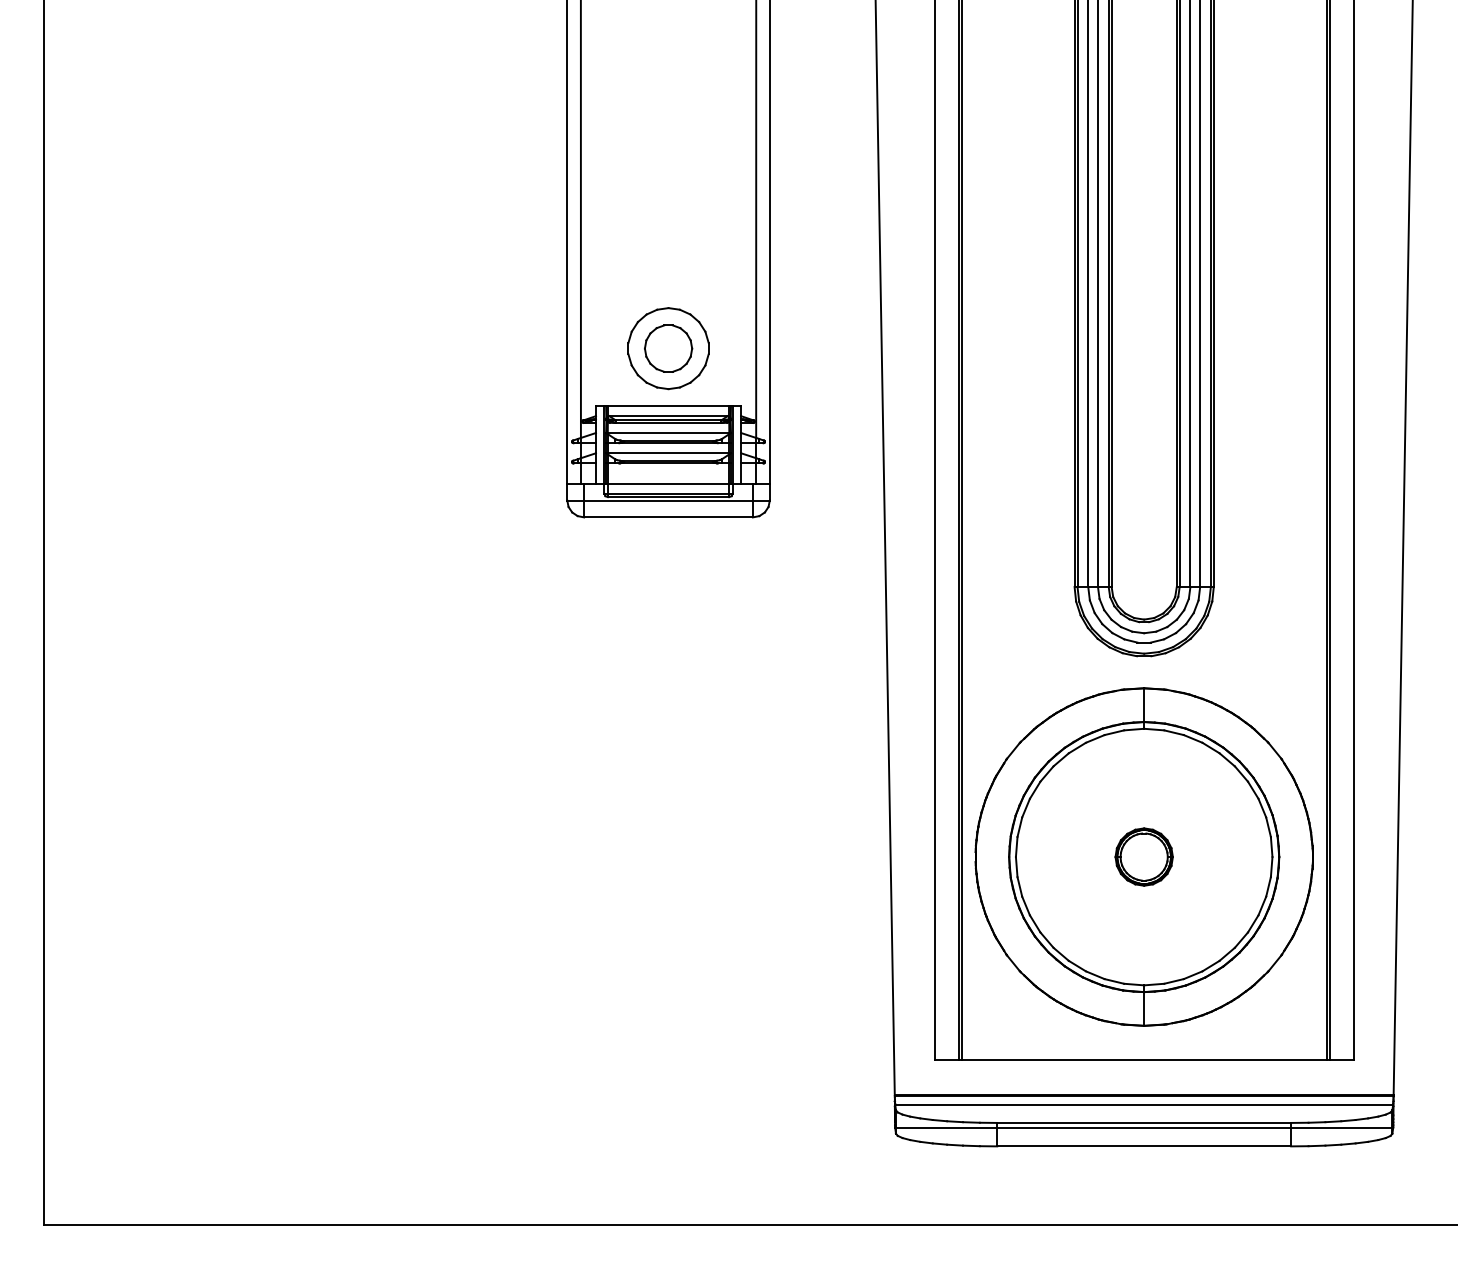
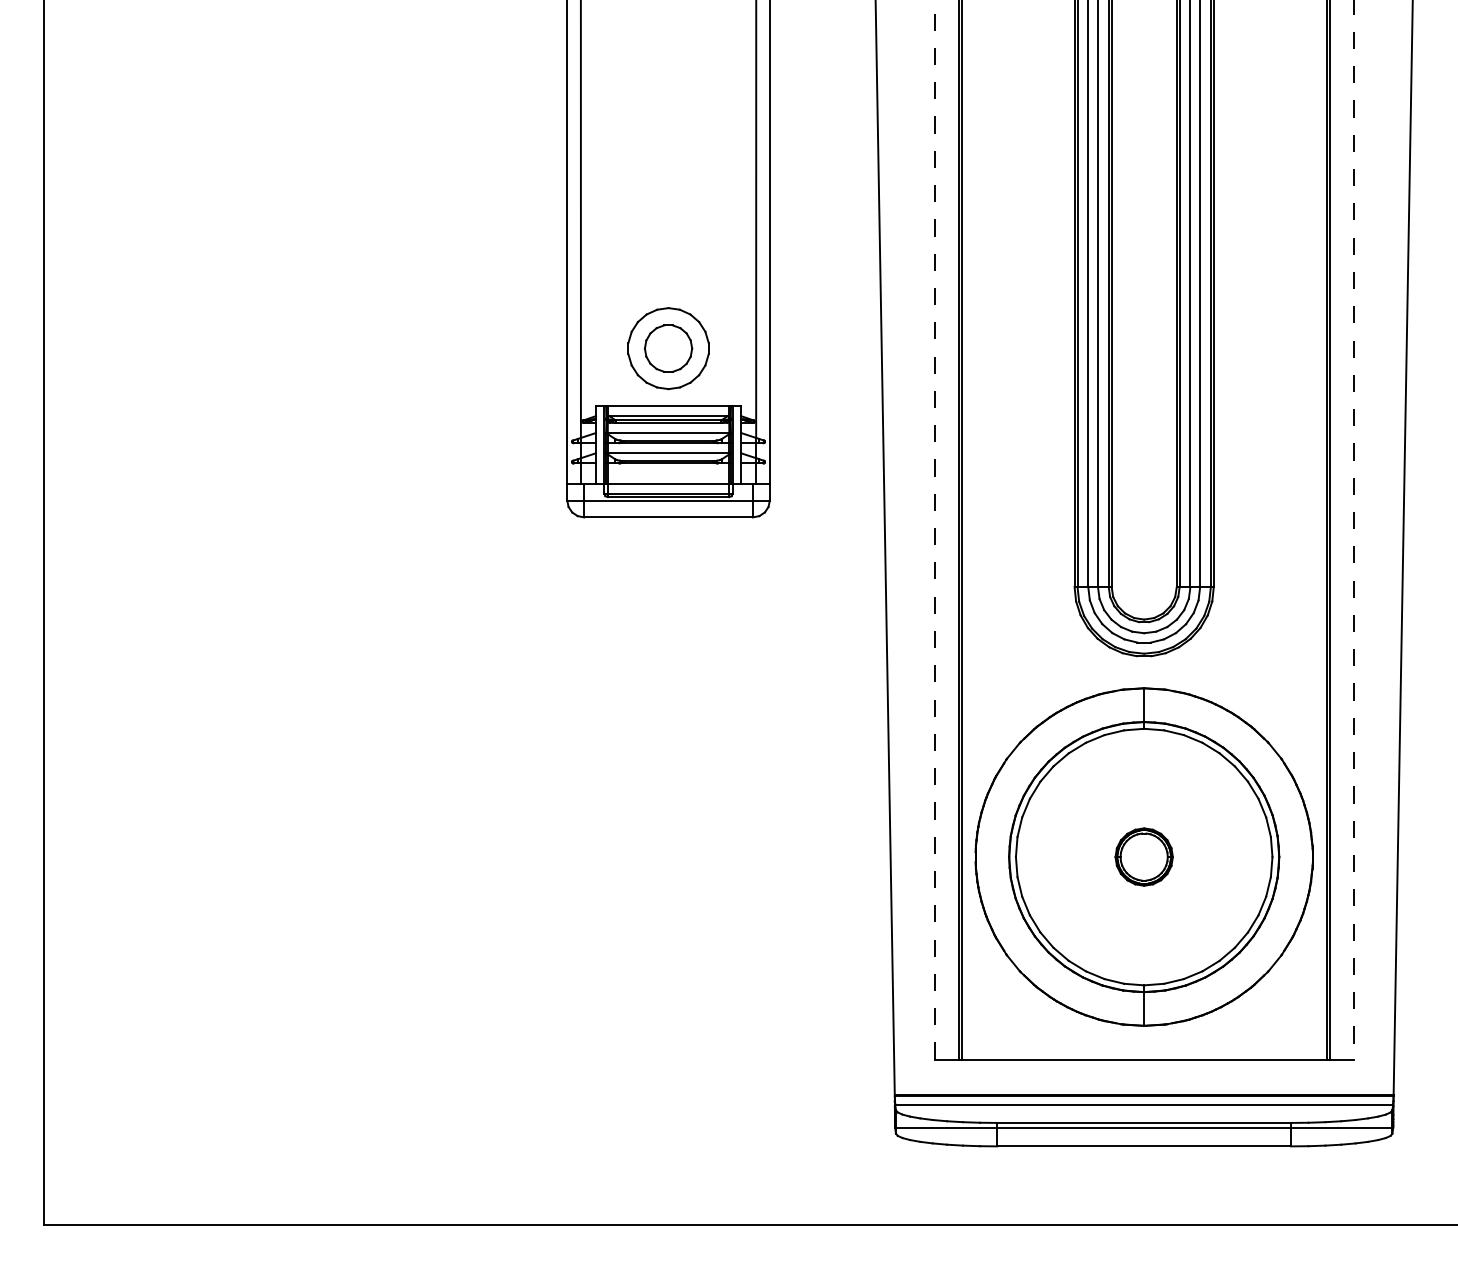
line at (934, 529): solid -> dashed
line at (1353, 529): solid -> dashed
